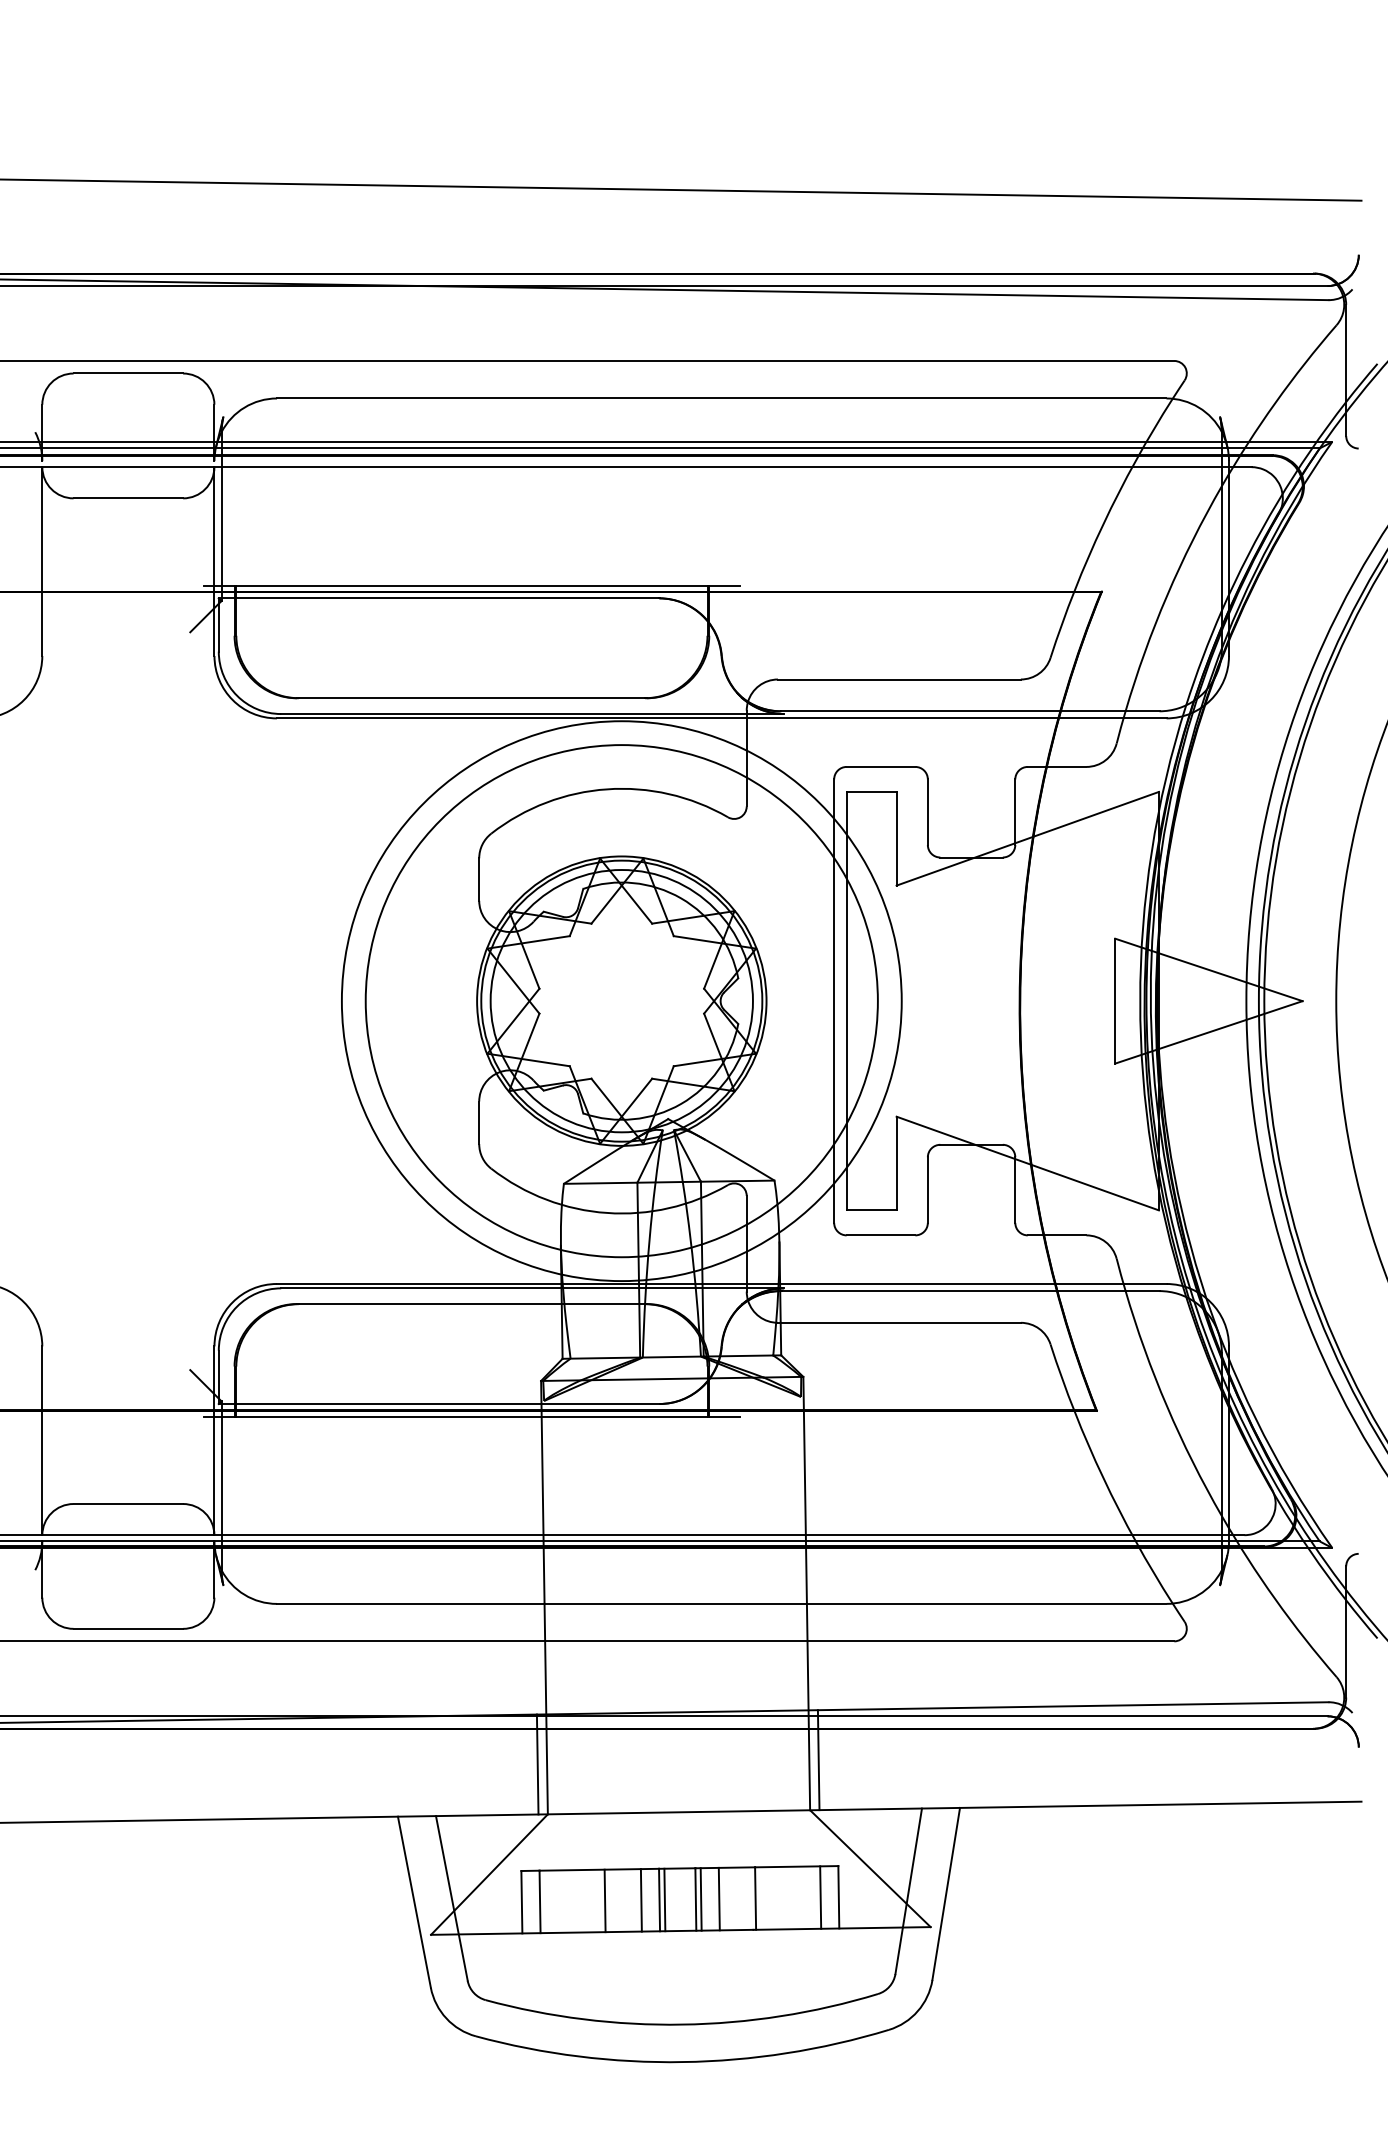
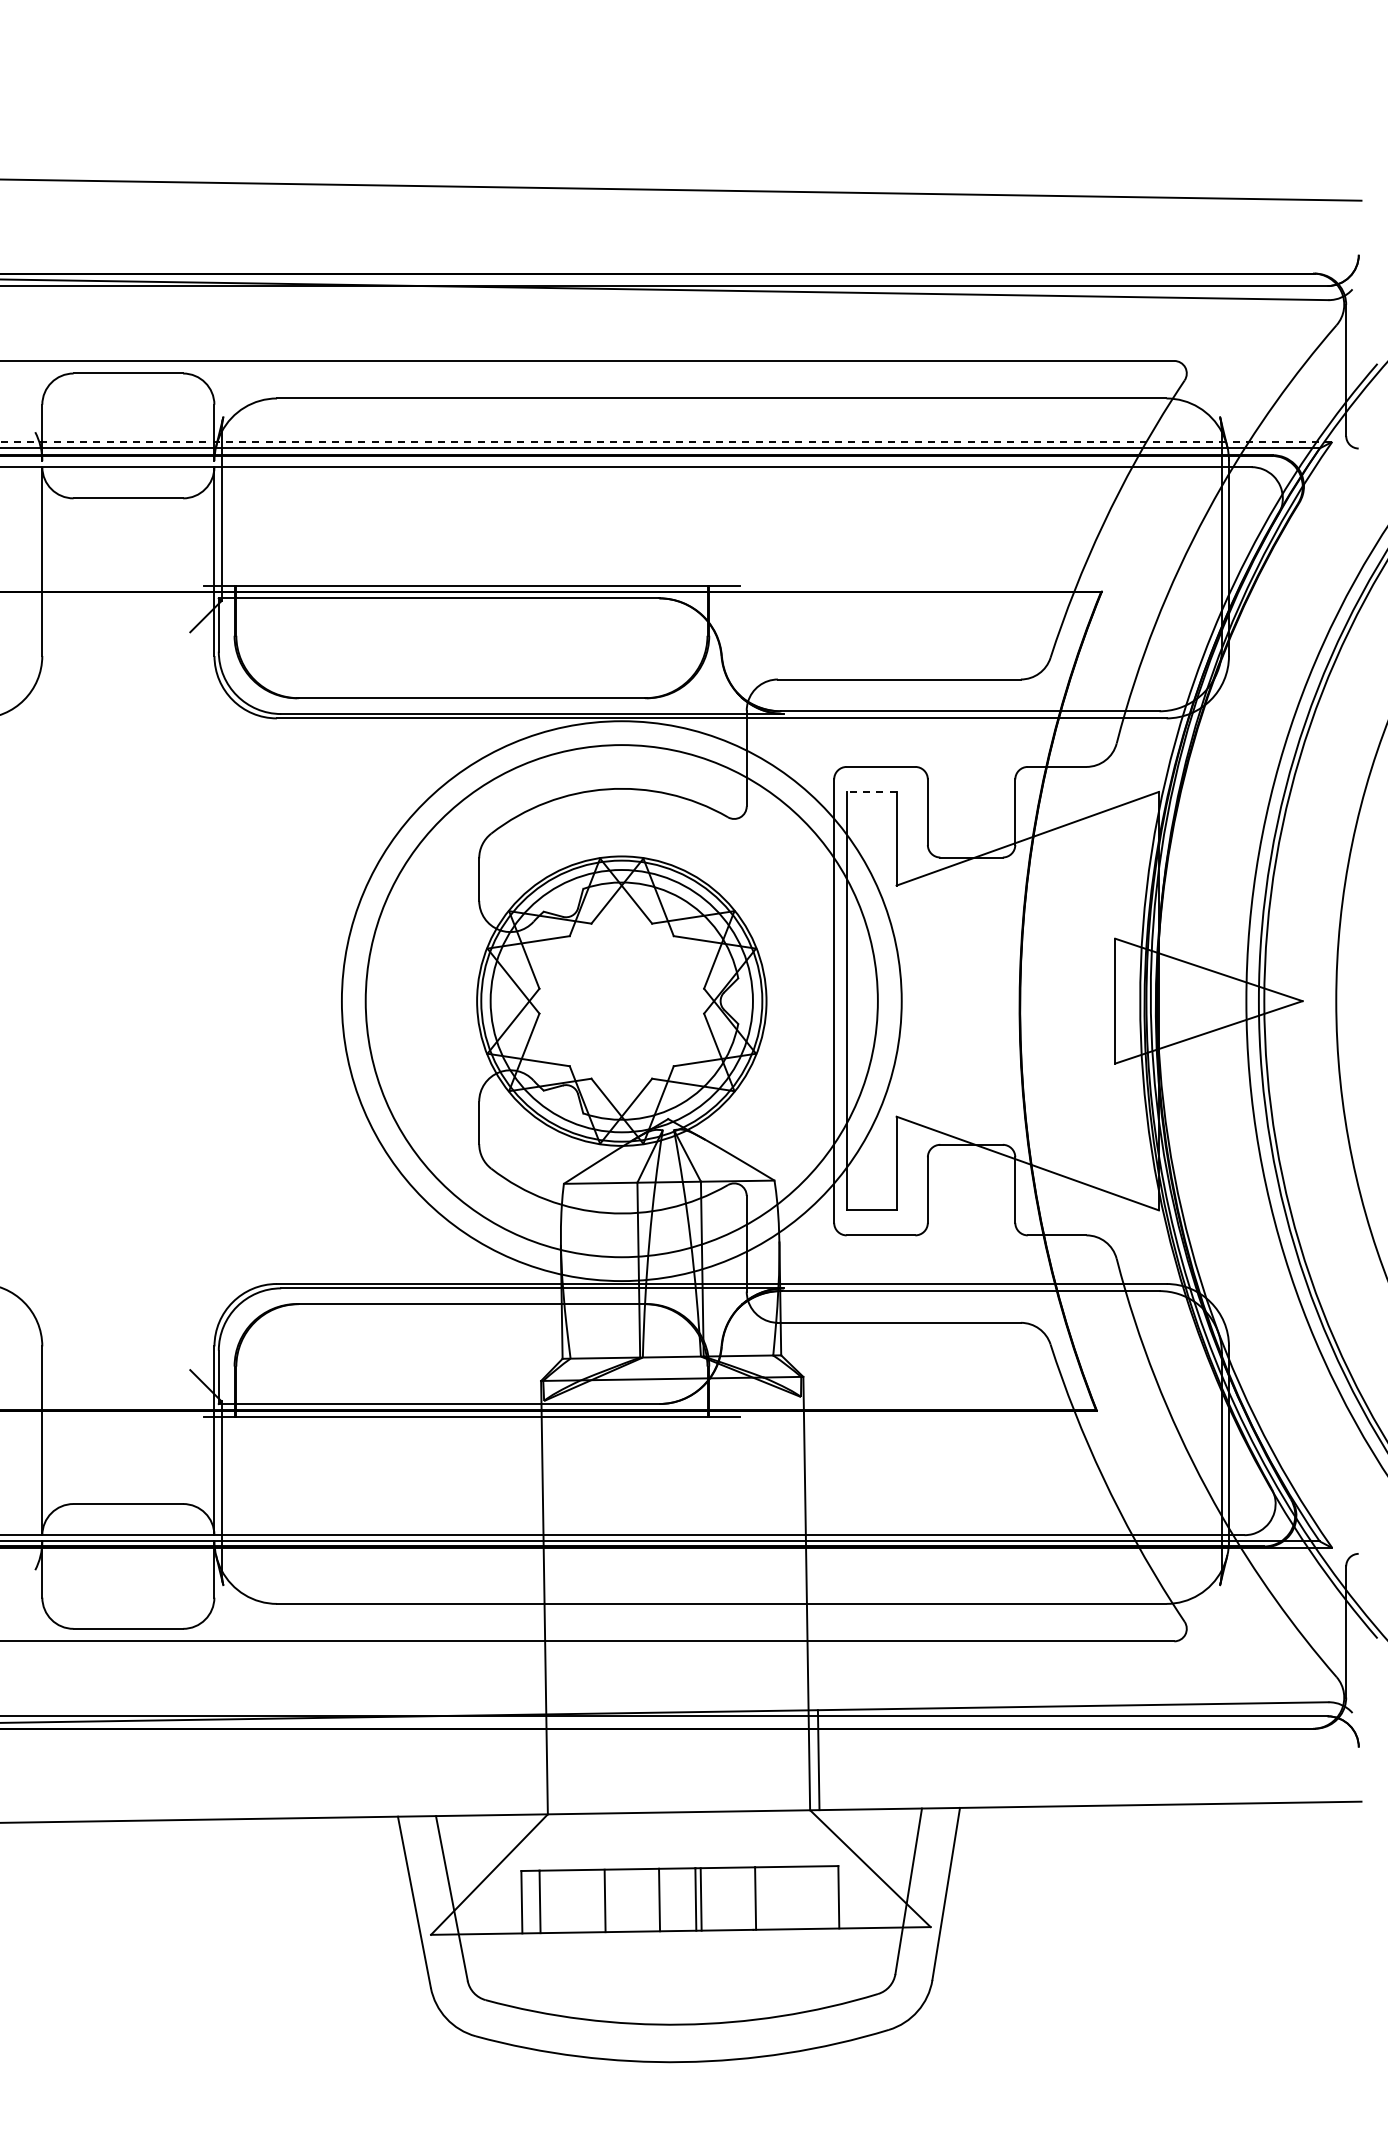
line at (666, 441): solid -> dashed
line at (871, 791): solid -> dashed
line at (537, 1764): present -> none
line at (820, 1897): present -> none
line at (718, 1898): present -> none
line at (664, 1899): present -> none
line at (640, 1900): present -> none
